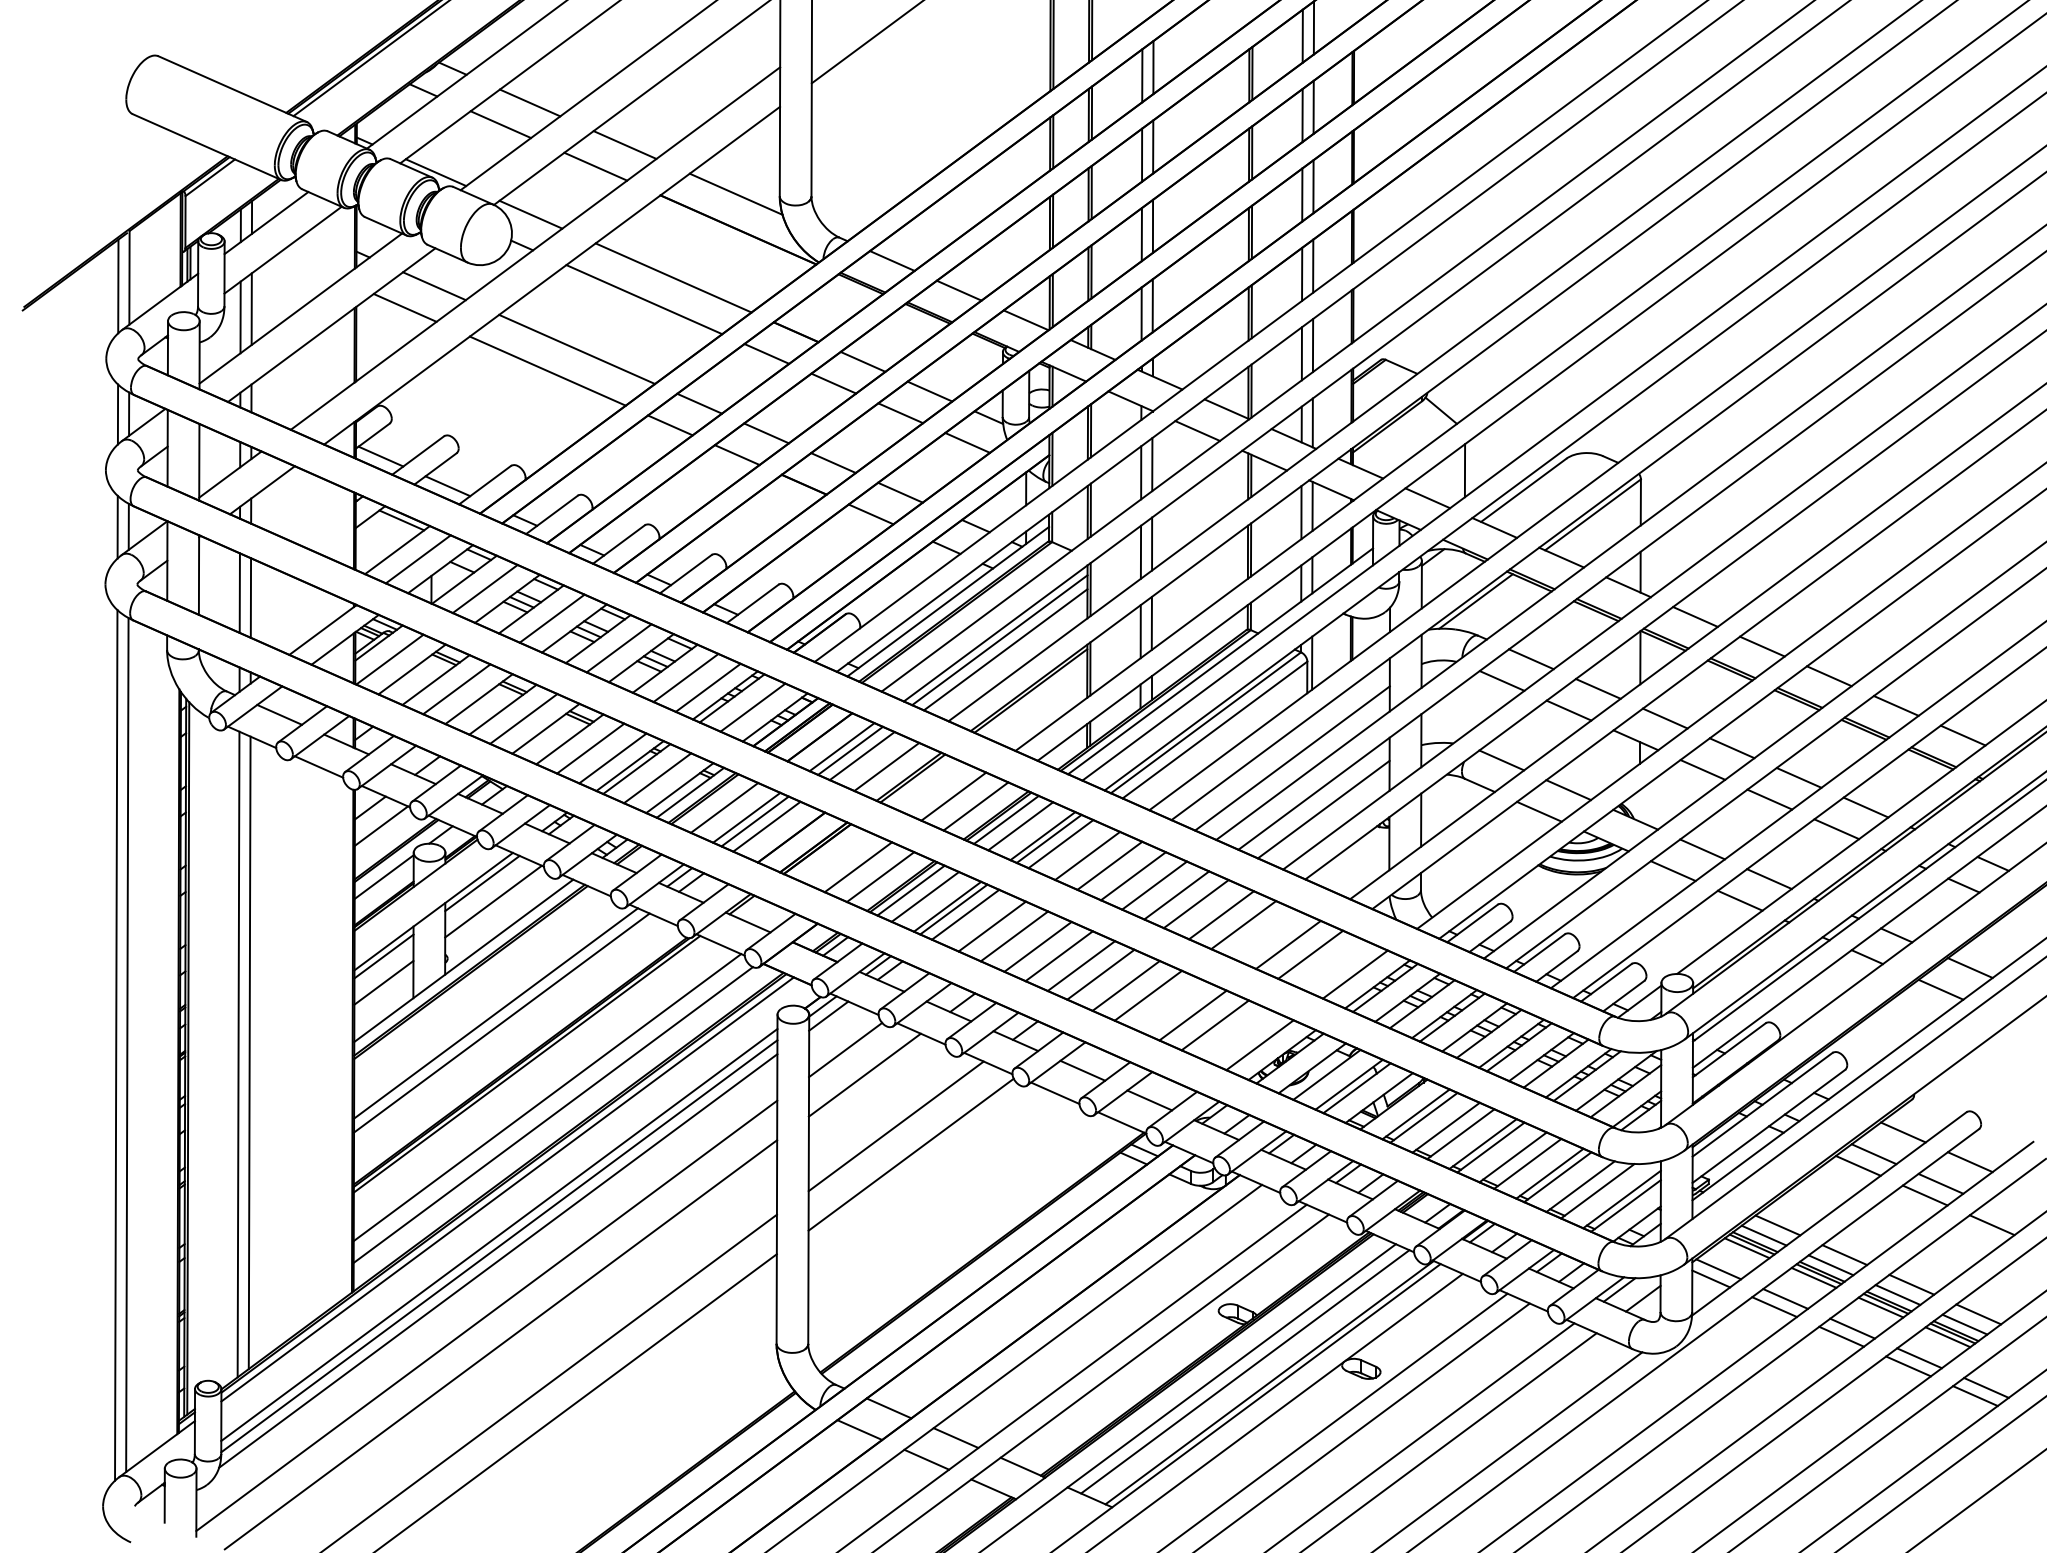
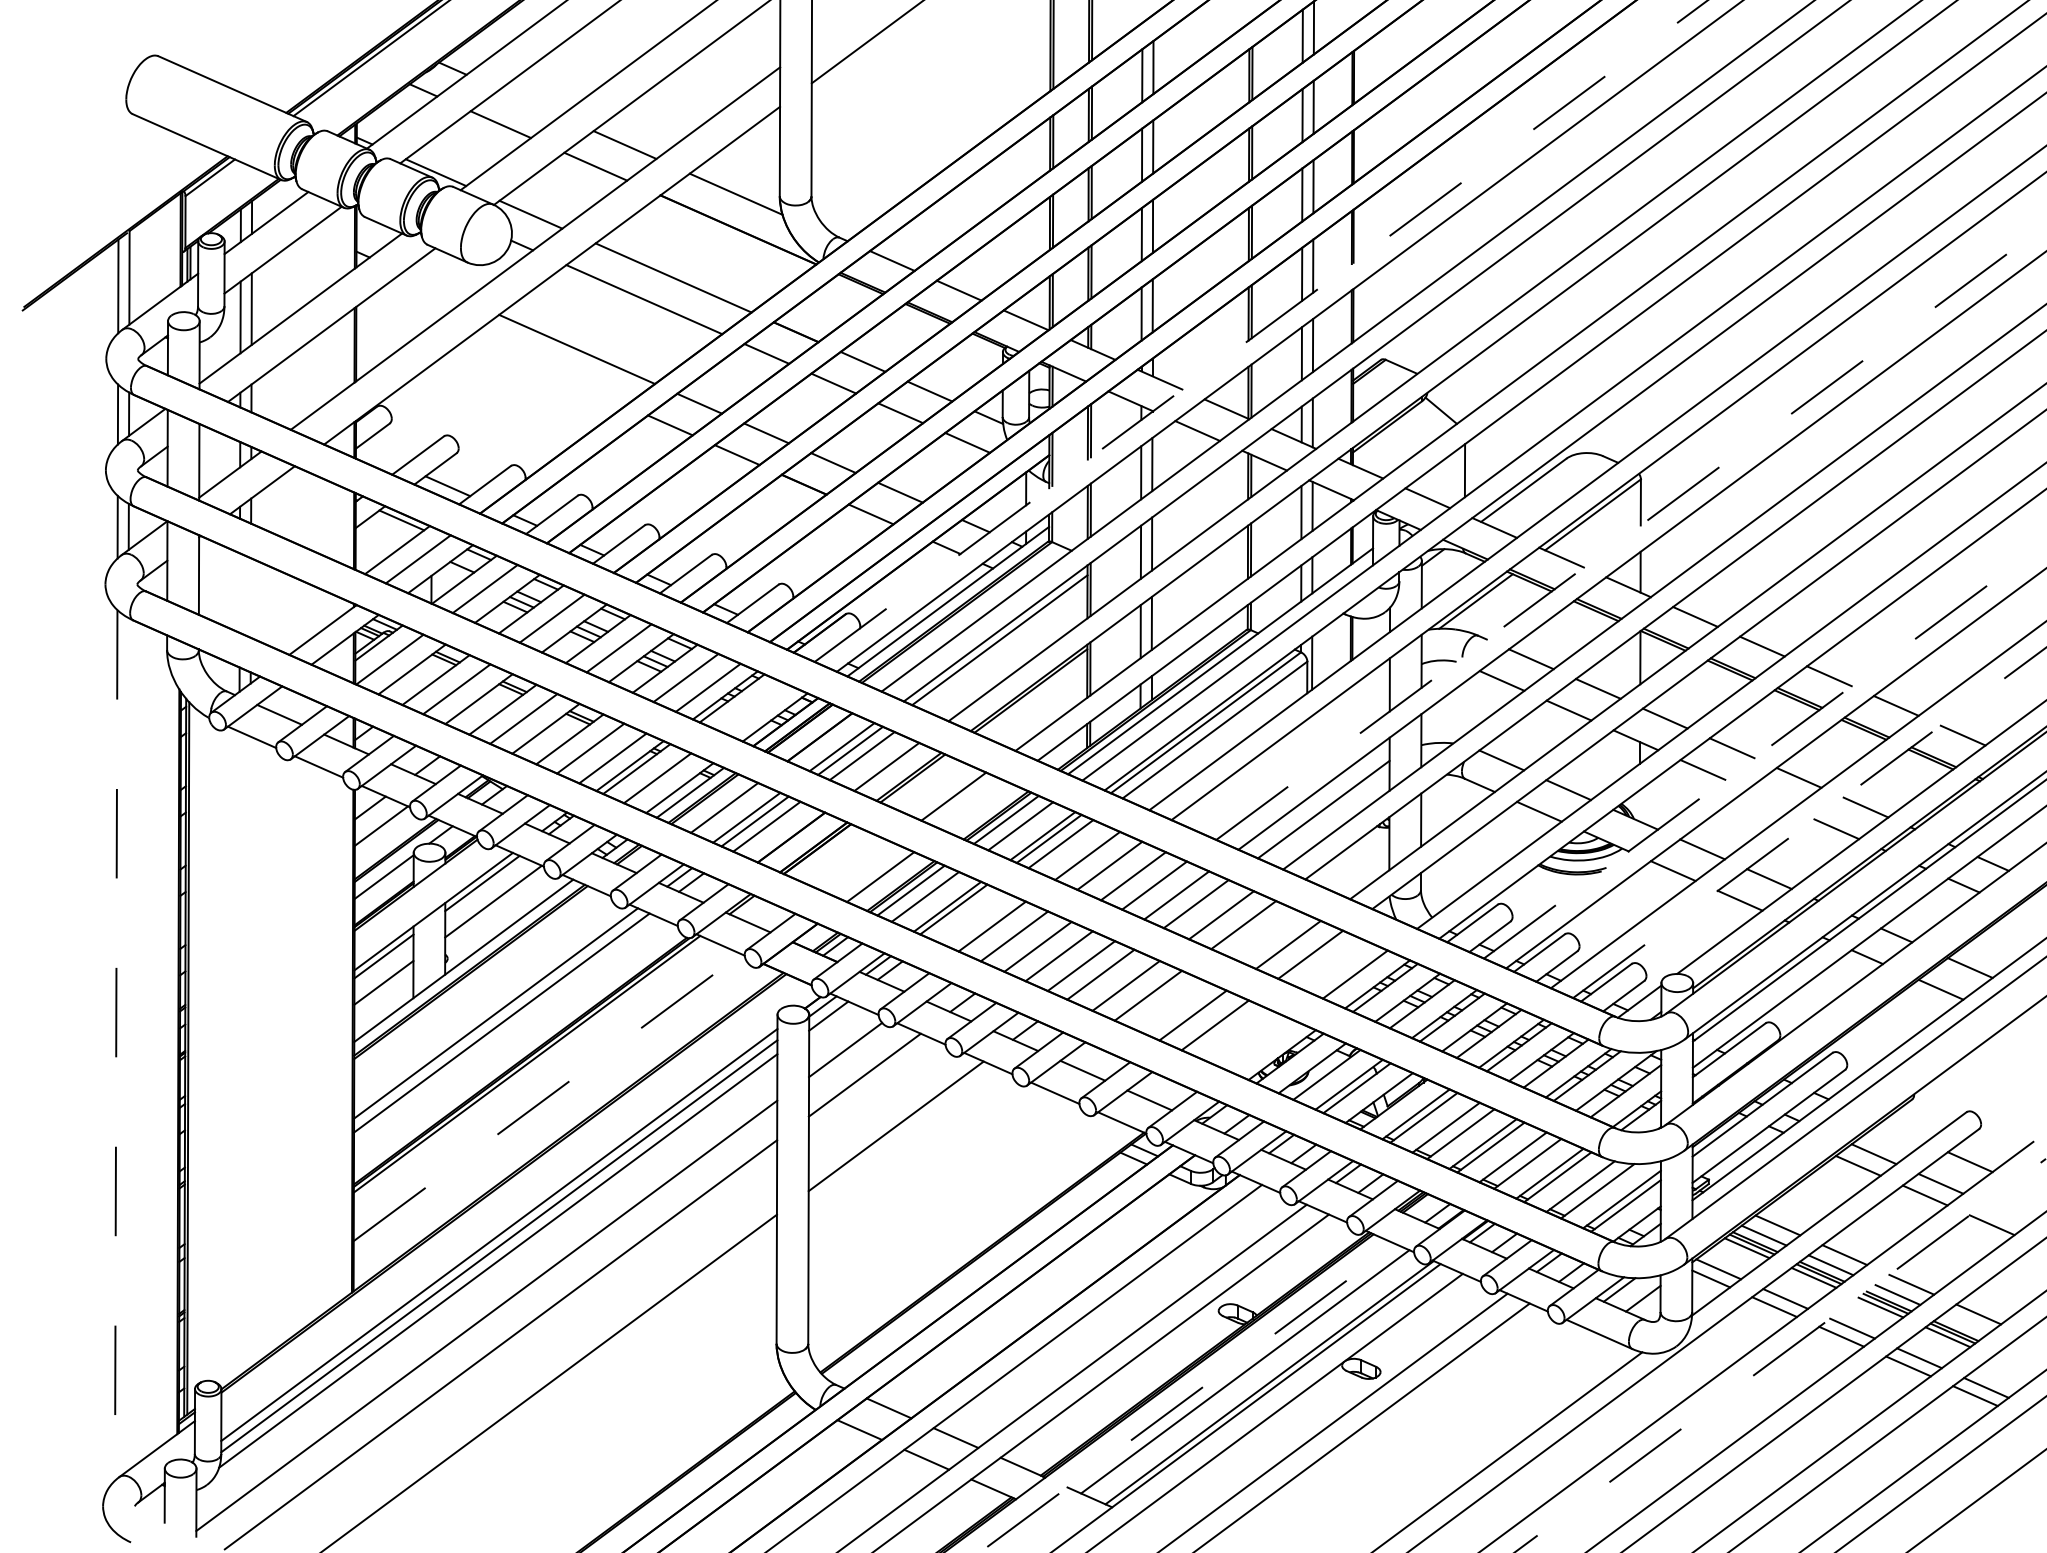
line at (529, 102): present -> none
line at (434, 286): present -> none
line at (404, 307): present -> none
line at (1261, 331): solid -> dashed
line at (547, 370): present -> none
line at (380, 456): present -> none
line at (1631, 532): solid -> dashed
line at (239, 592): present -> none
line at (250, 597): present -> none
line at (1005, 649): present -> none
line at (752, 707): present -> none
line at (1765, 750): solid -> dashed
line at (1292, 758): present -> none
line at (1769, 799): present -> none
line at (975, 806): present -> none
line at (1810, 822): solid -> dashed
line at (858, 867): present -> none
line at (965, 914): present -> none
line at (116, 1045): solid -> dashed
line at (127, 1045): present -> none
line at (1259, 1045): present -> none
line at (249, 1052): present -> none
line at (238, 1054): present -> none
line at (547, 1097): solid -> dashed
line at (552, 1114): present -> none
line at (1902, 1132): present -> none
line at (910, 1154): present -> none
line at (507, 1189): present -> none
line at (1964, 1324): present -> none
line at (1780, 1355): solid -> dashed
line at (1188, 1398): solid -> dashed
line at (577, 1401): present -> none
line at (1421, 1436): present -> none
line at (1450, 1441): present -> none
